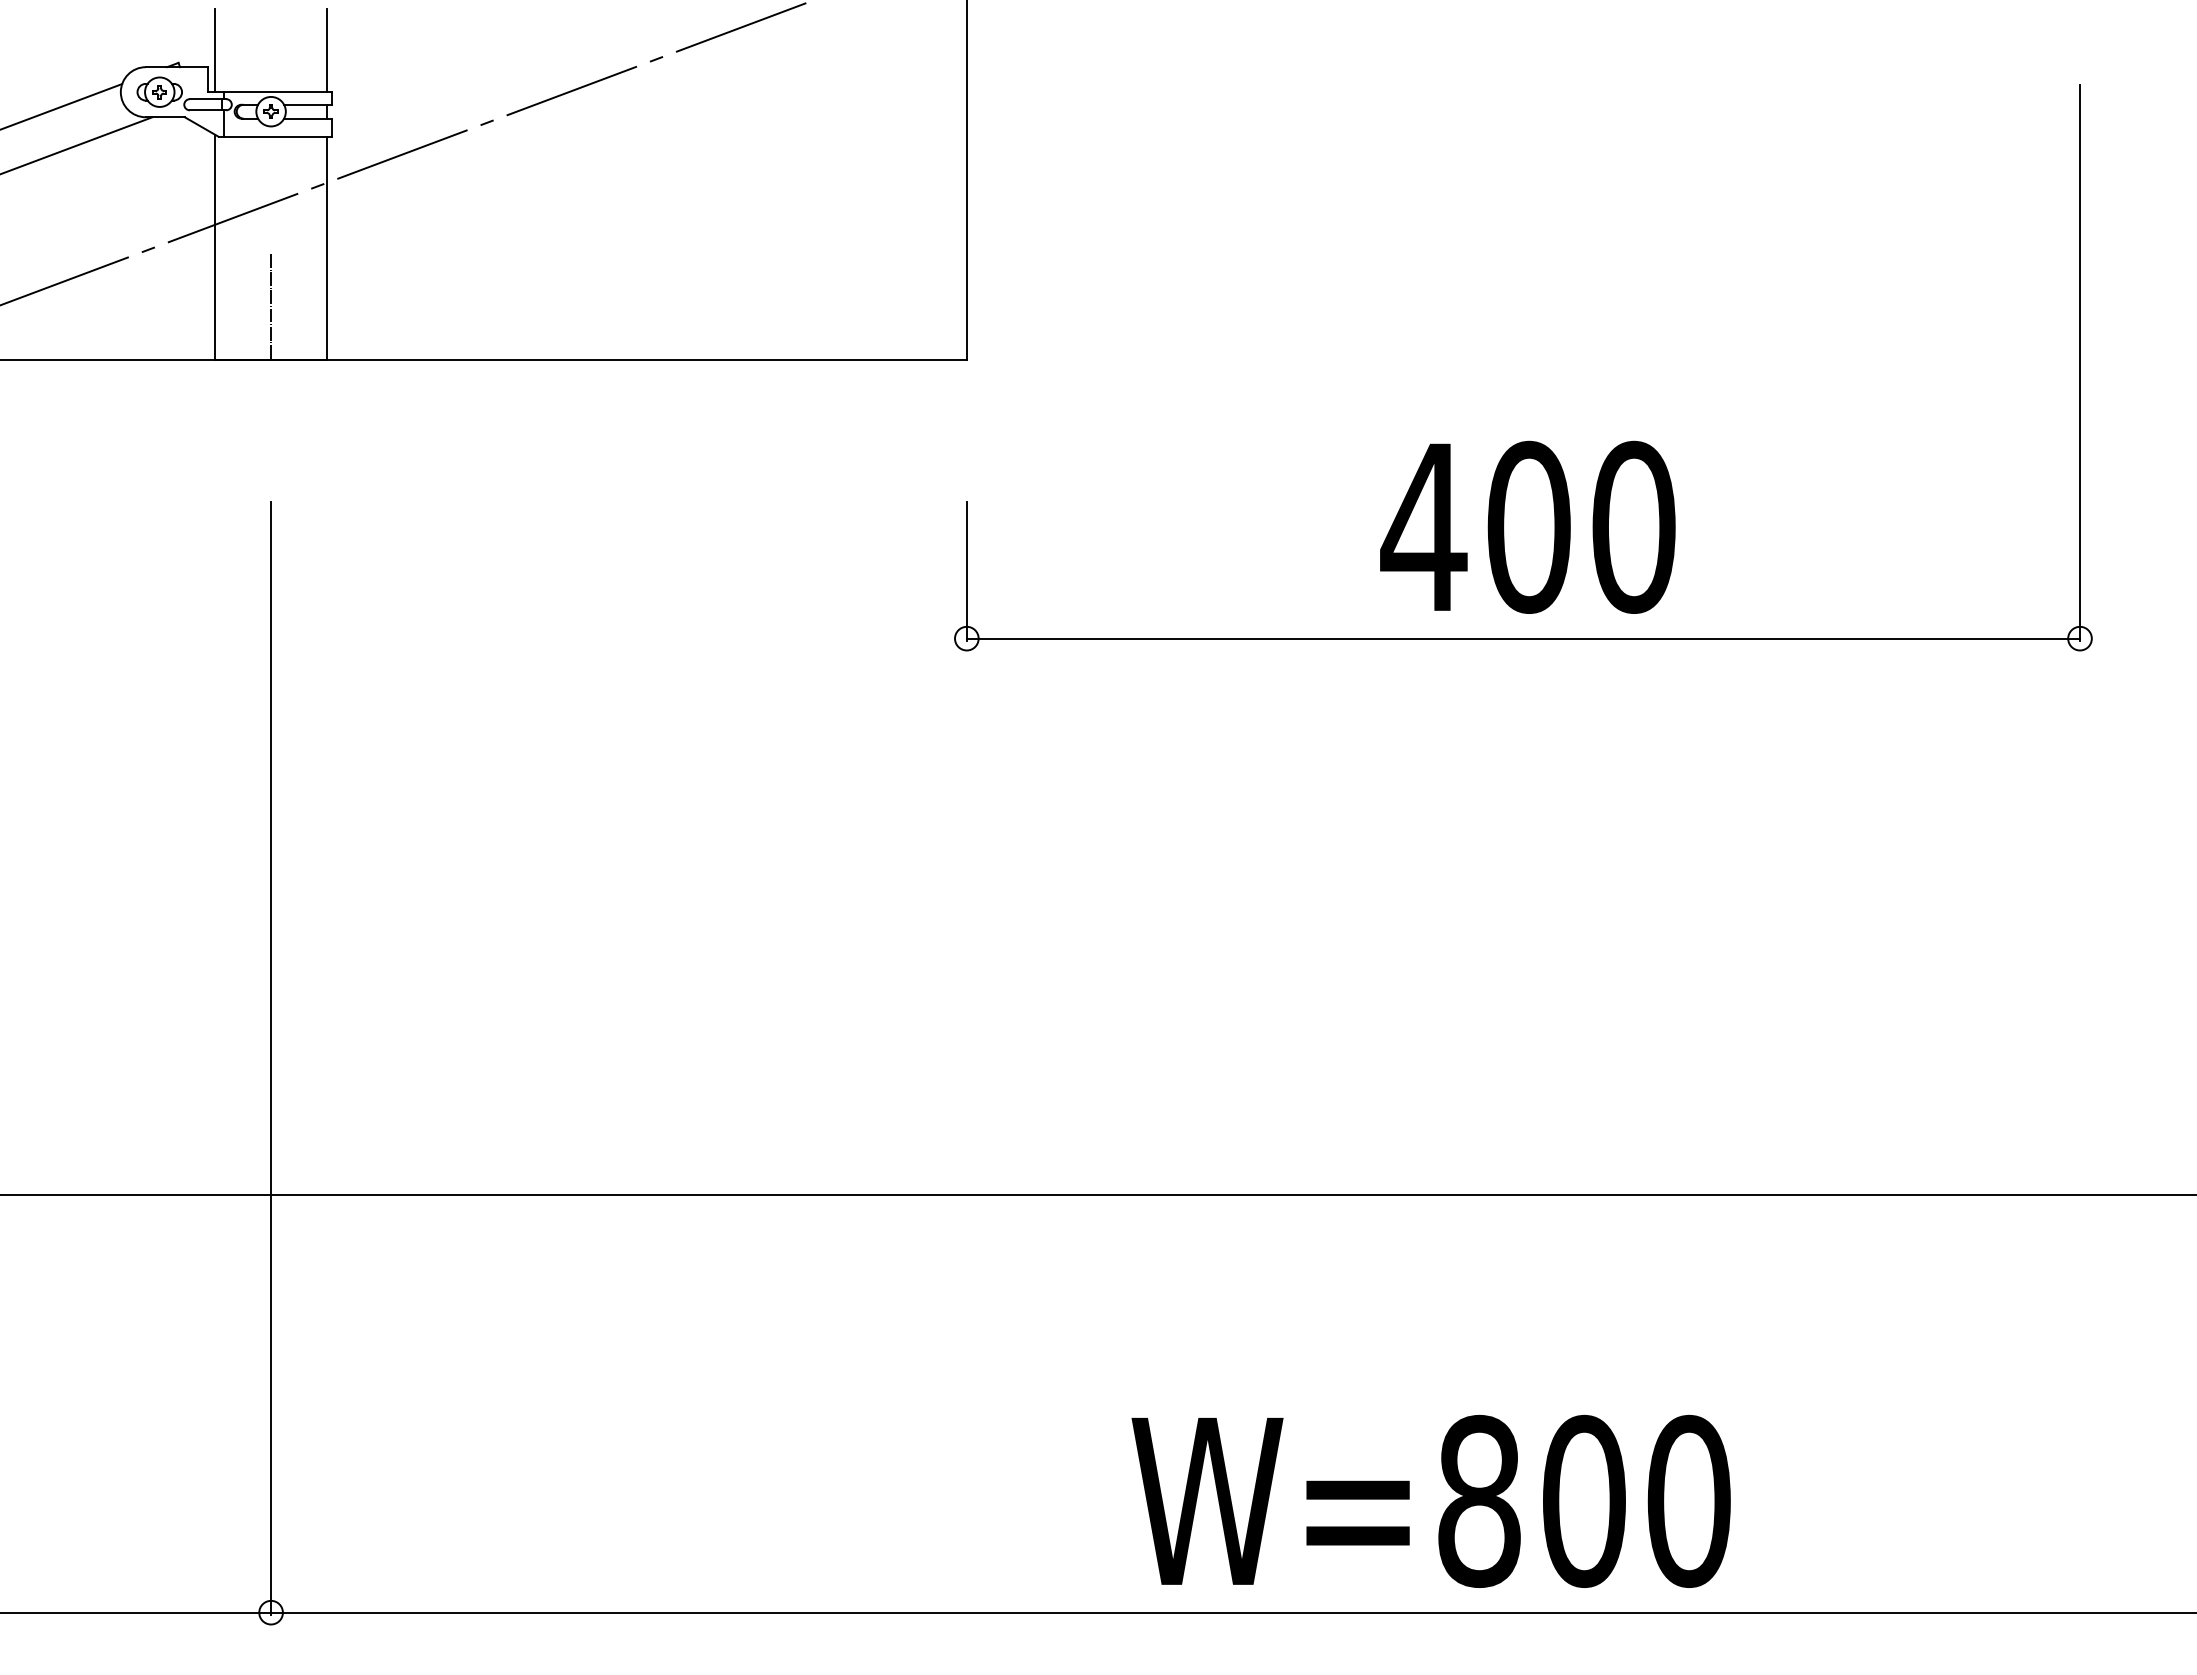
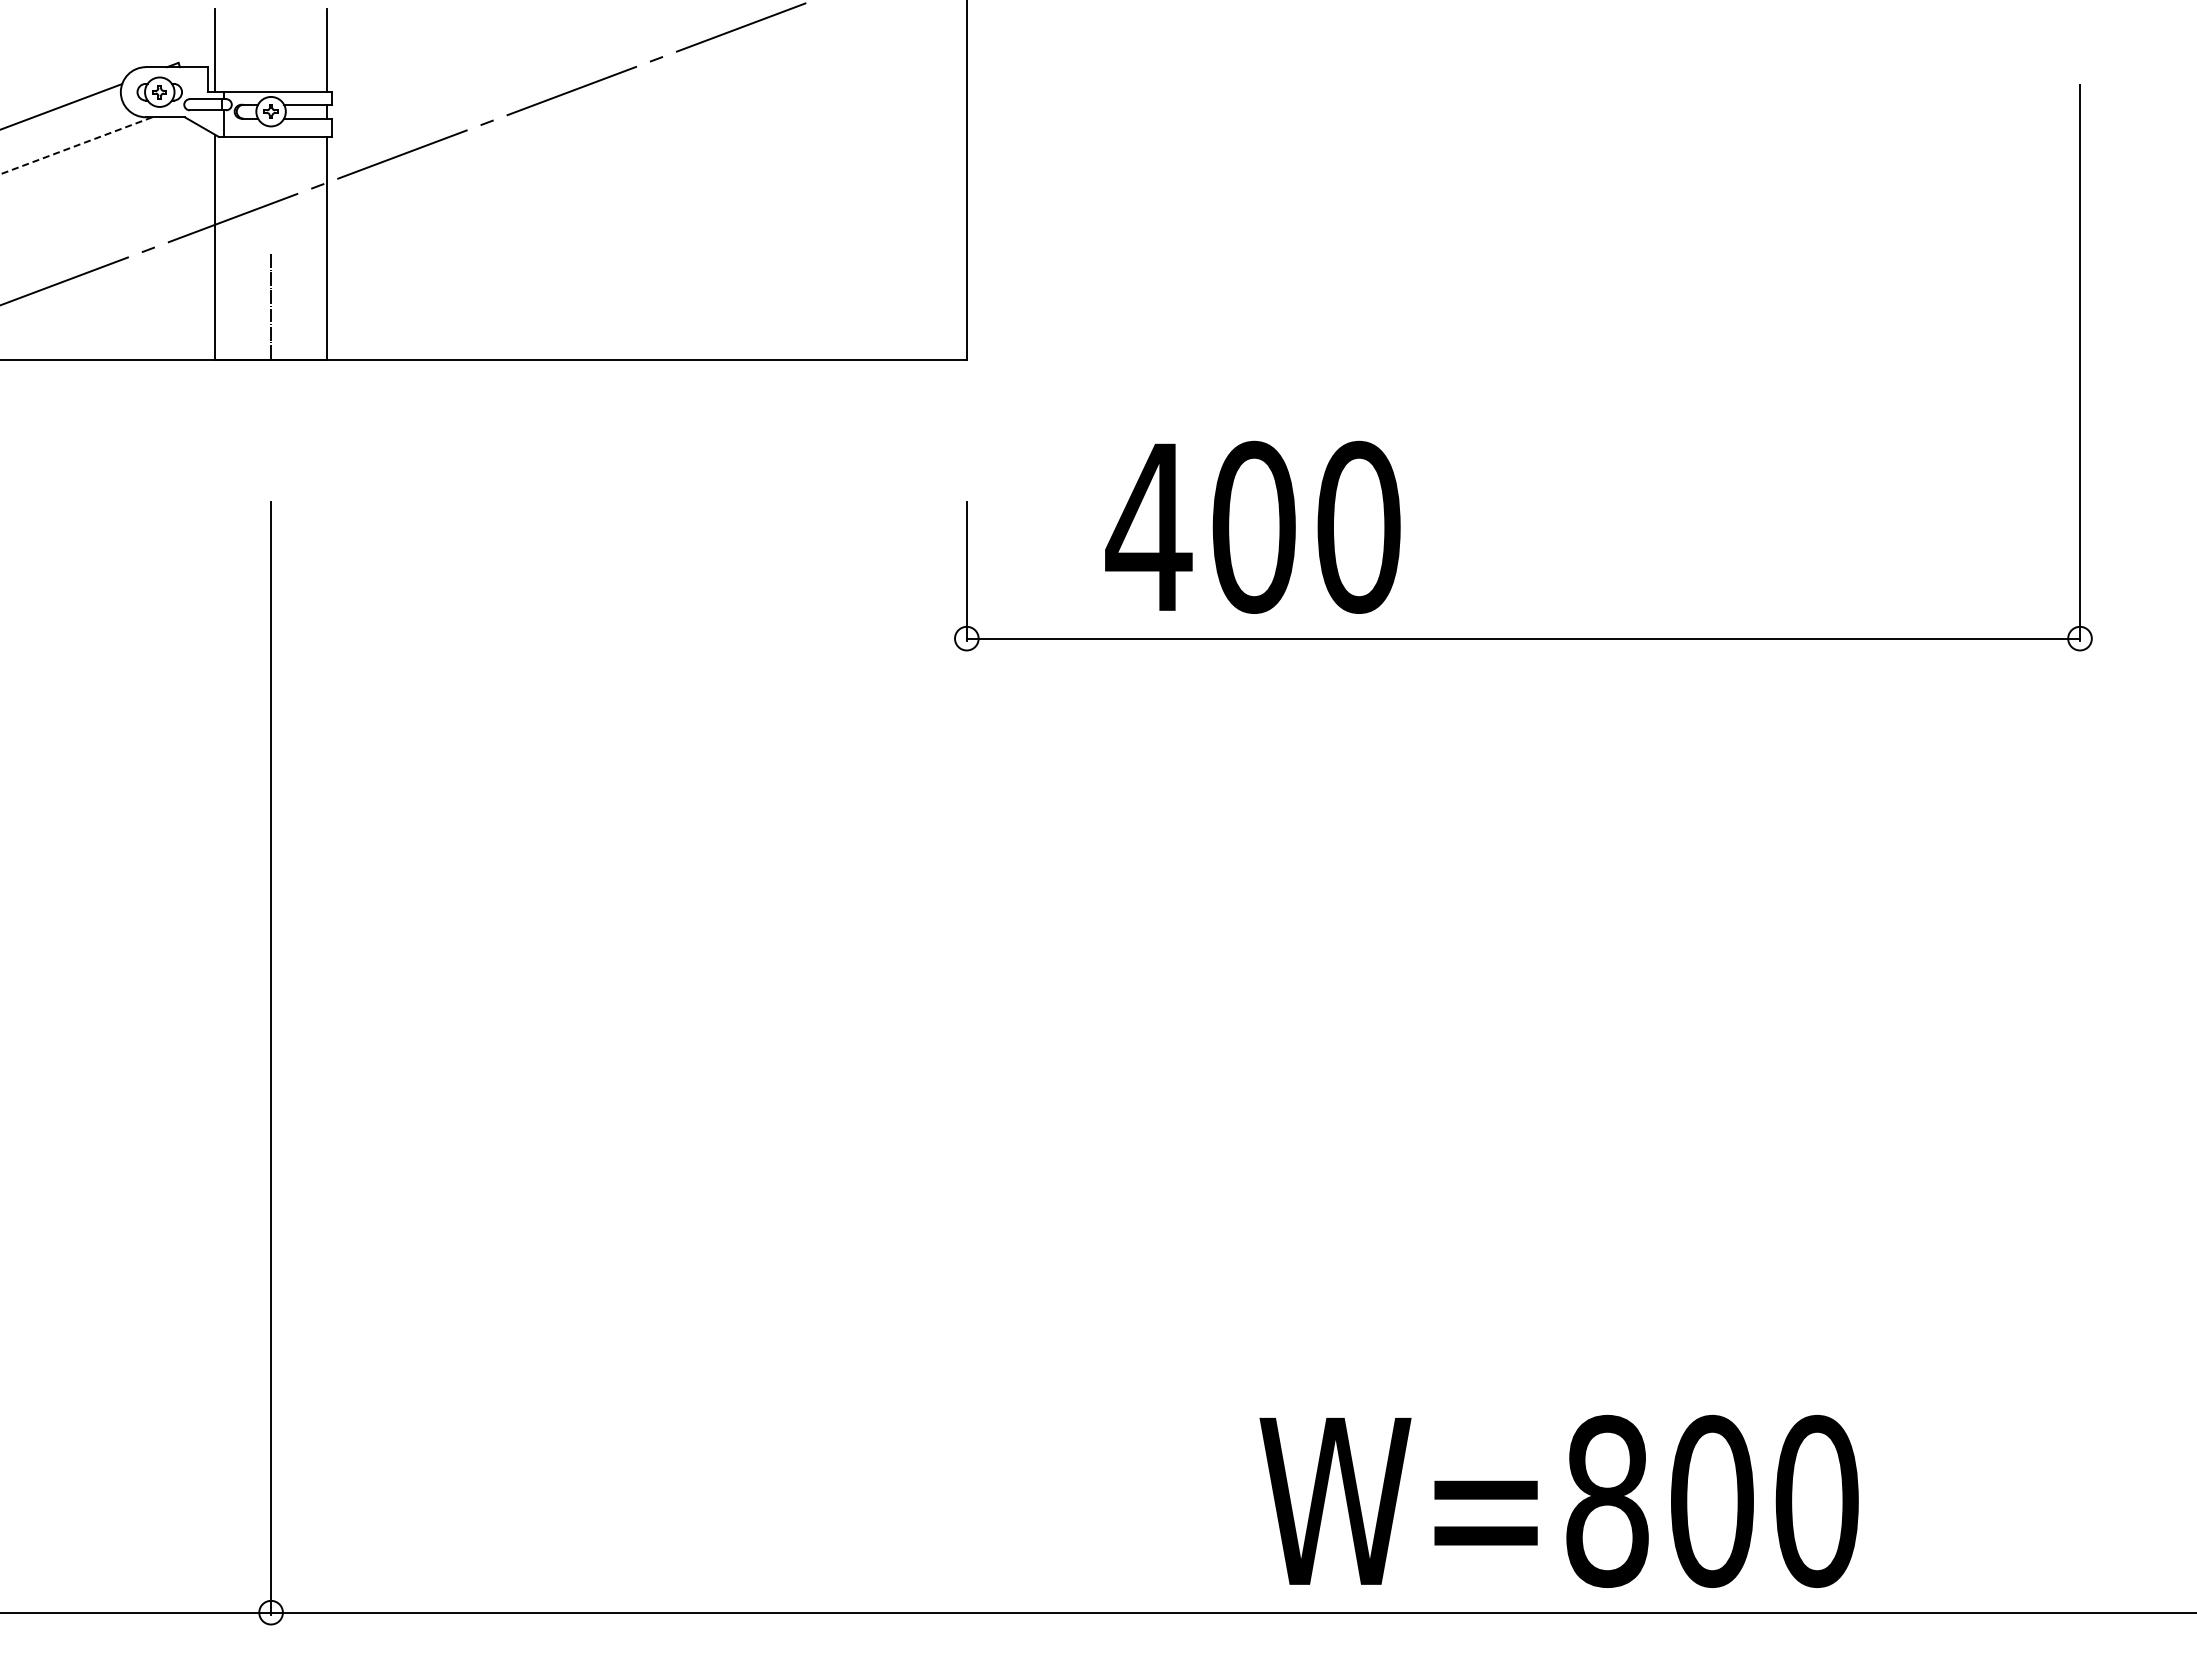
line at (76, 145): solid -> dashed
text at (1527, 526) position: (1527, 526) -> (1252, 526)
line at (1097, 1195): present -> none
text at (1430, 1500) position: (1430, 1500) -> (1558, 1500)
